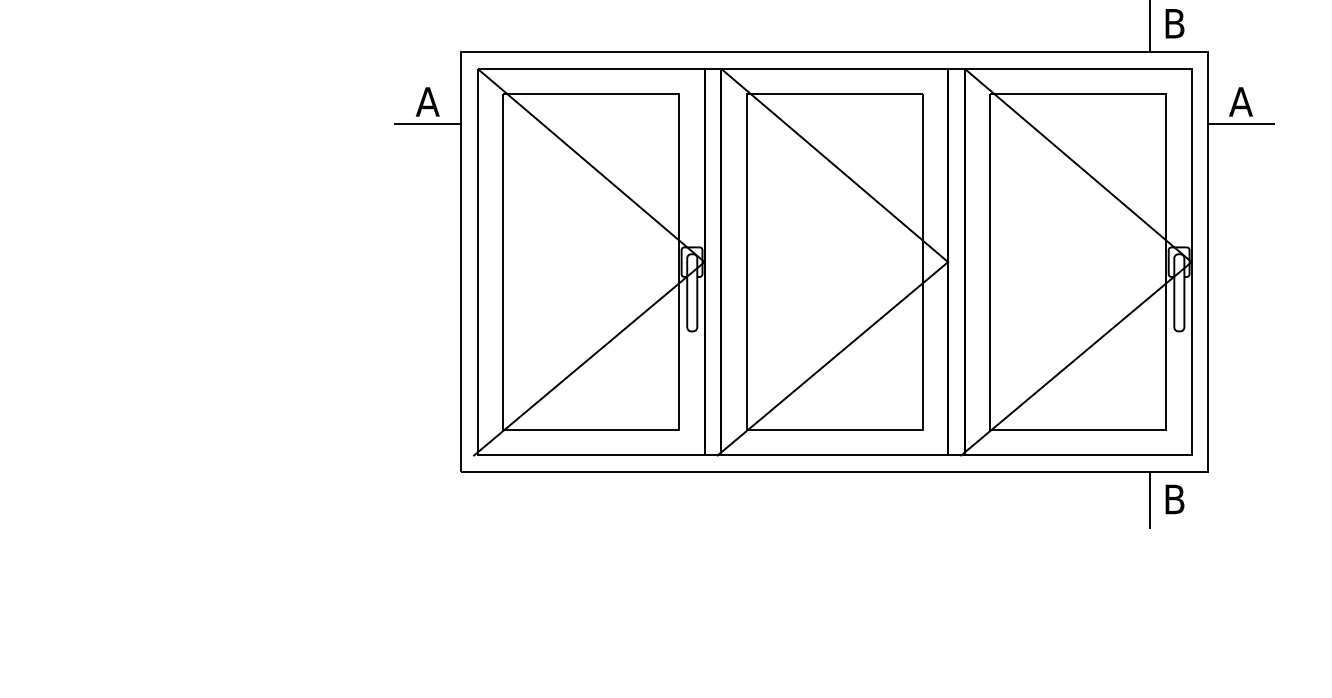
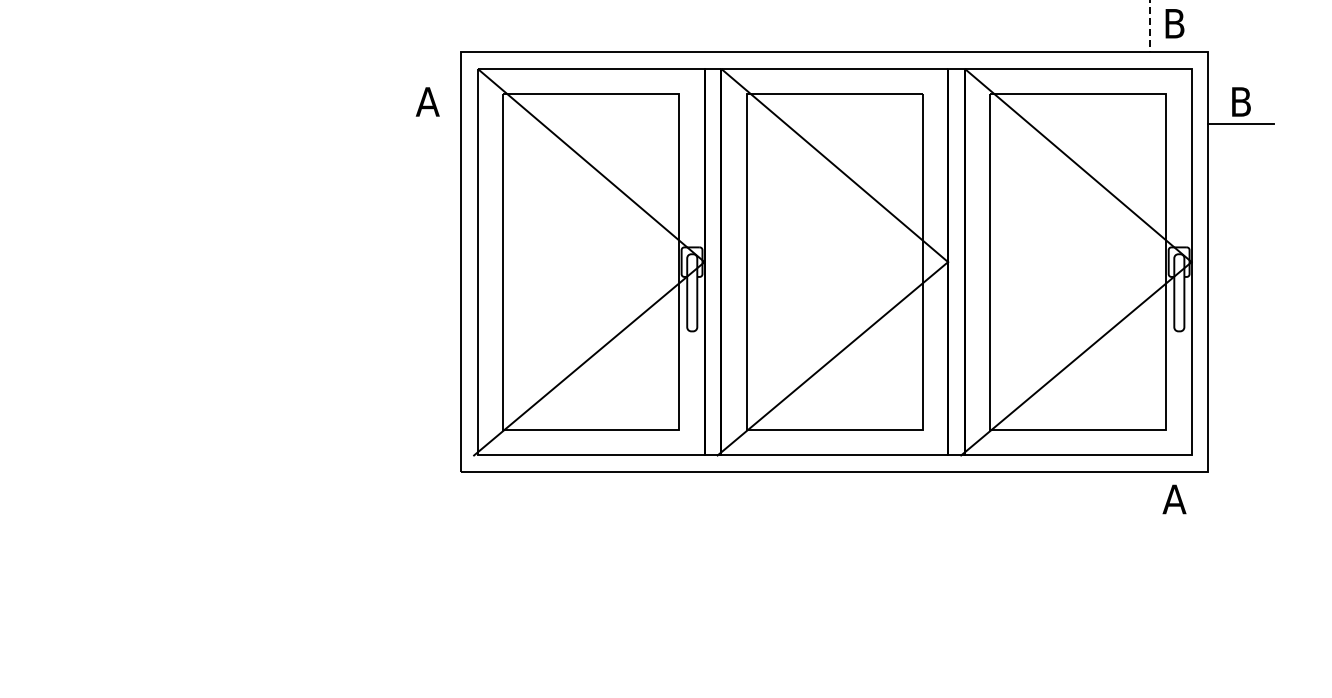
line at (1150, 26): solid -> dashed
text at (1240, 101): A -> B
line at (428, 123): present -> none
line at (1150, 499): present -> none
text at (1174, 499): B -> A
